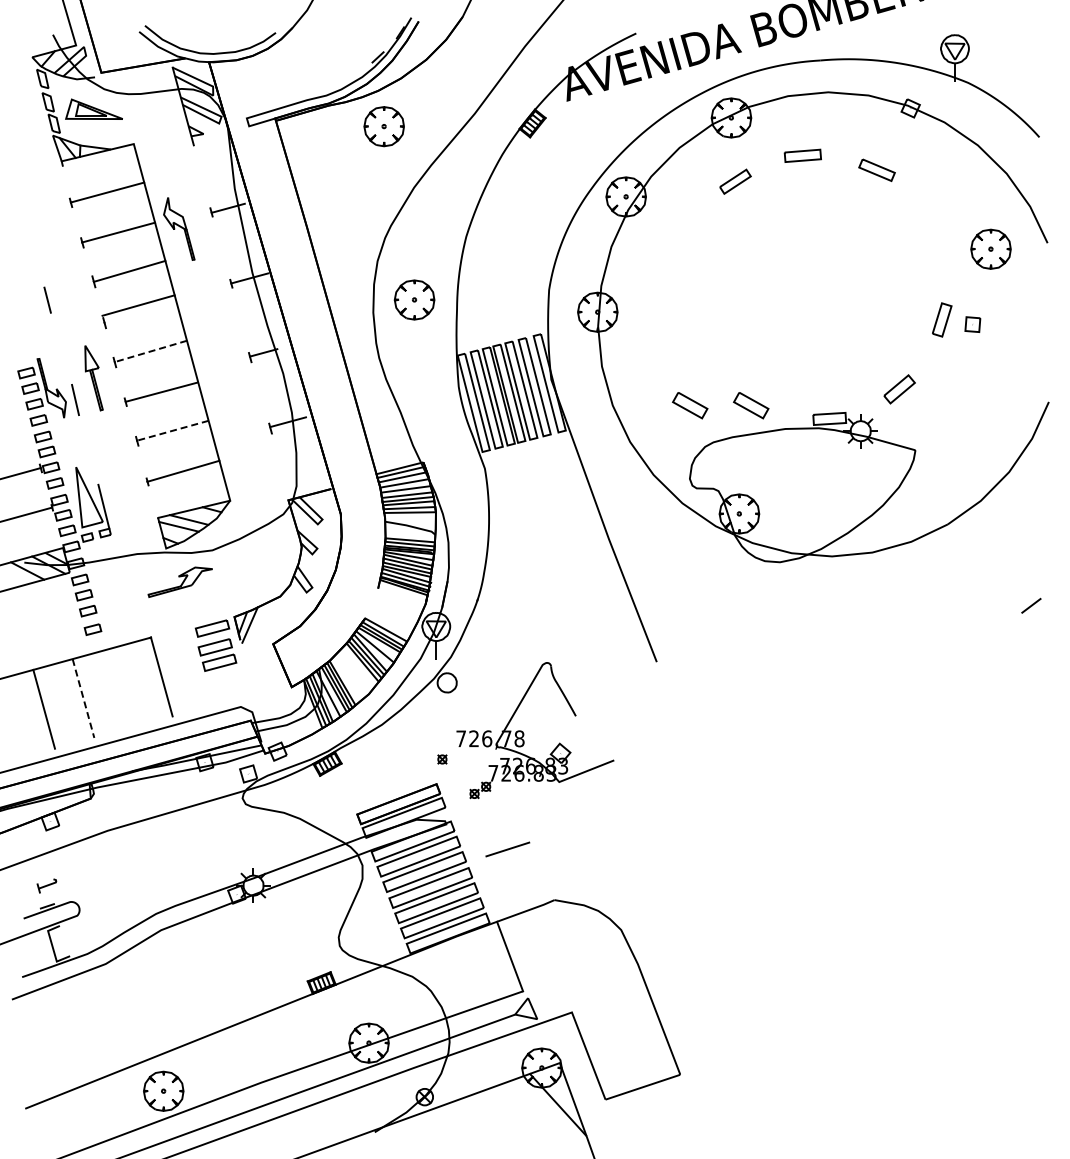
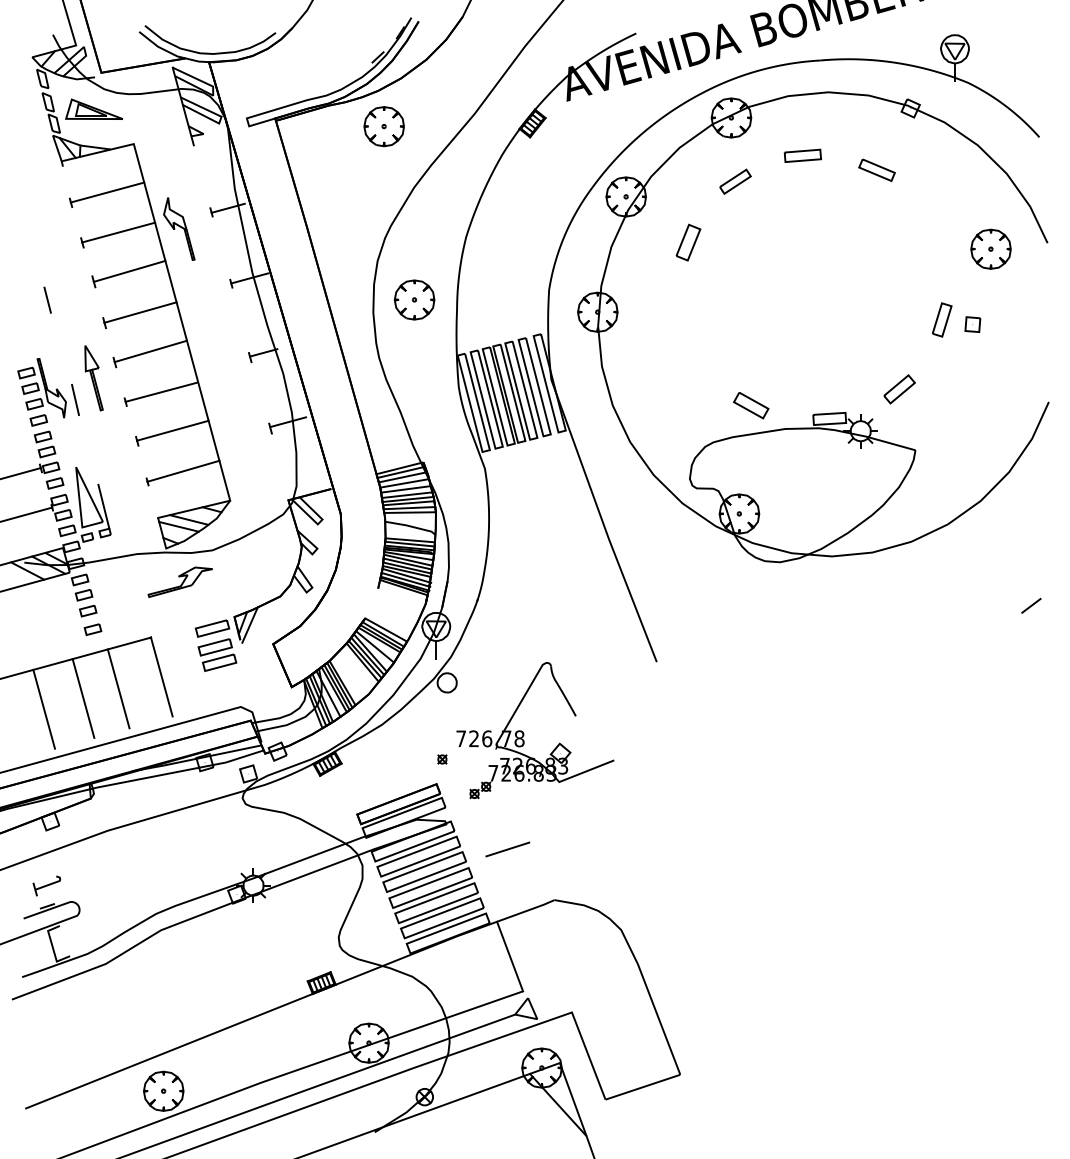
part at (688, 242): none -> present
line at (138, 305) position: (138, 305) -> (140, 312)
line at (150, 351): dashed -> solid
part at (690, 405): present -> none
line at (172, 430): dashed -> solid
line at (118, 688): none -> present
line at (83, 698): dashed -> solid
part at (46, 885) size: 22x16 px -> 30x22 px
